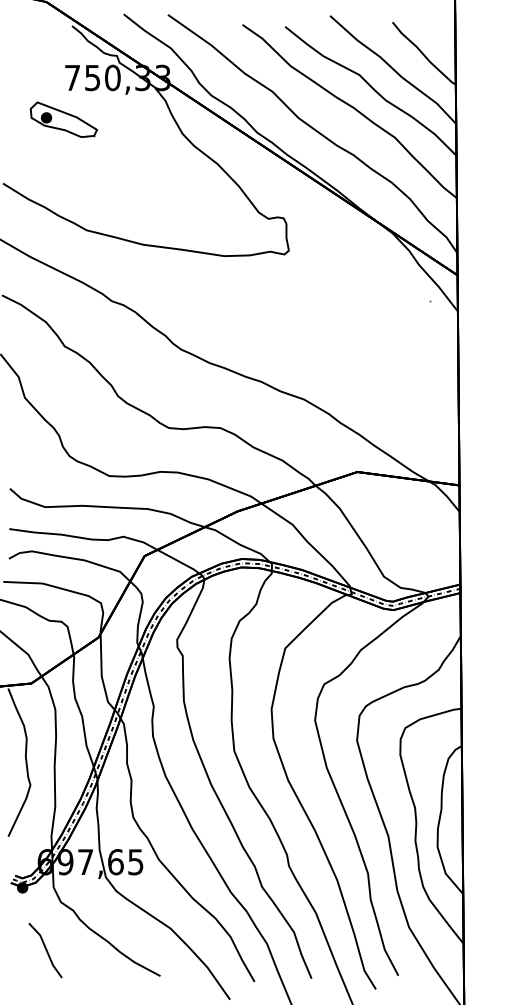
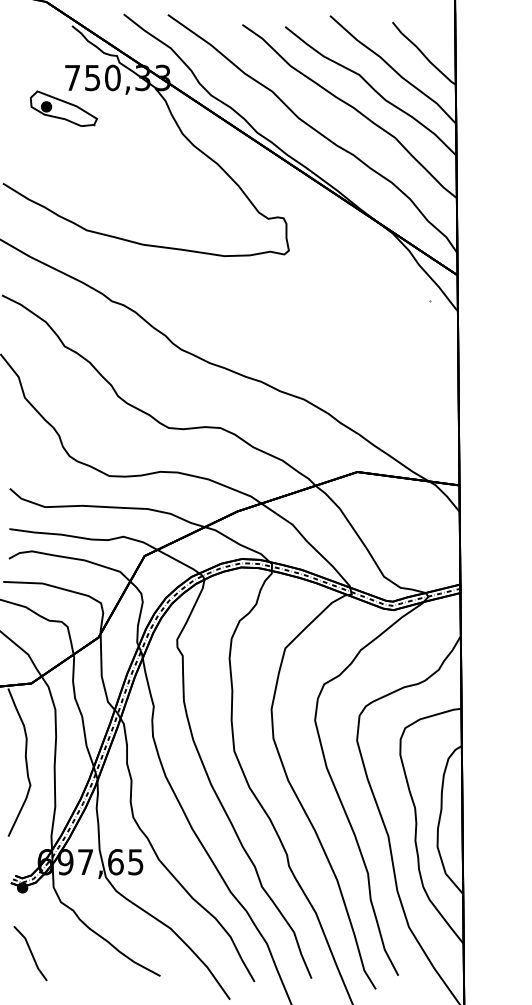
part at (63, 119) position: (63, 119) -> (63, 108)
line at (45, 950) position: (45, 950) -> (30, 953)
